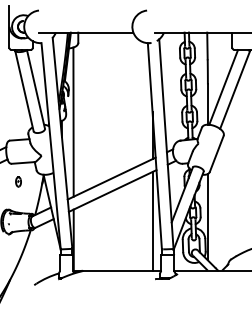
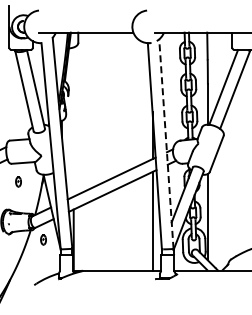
line at (73, 121): present -> none
line at (166, 143): solid -> dashed
part at (43, 239): none -> present
